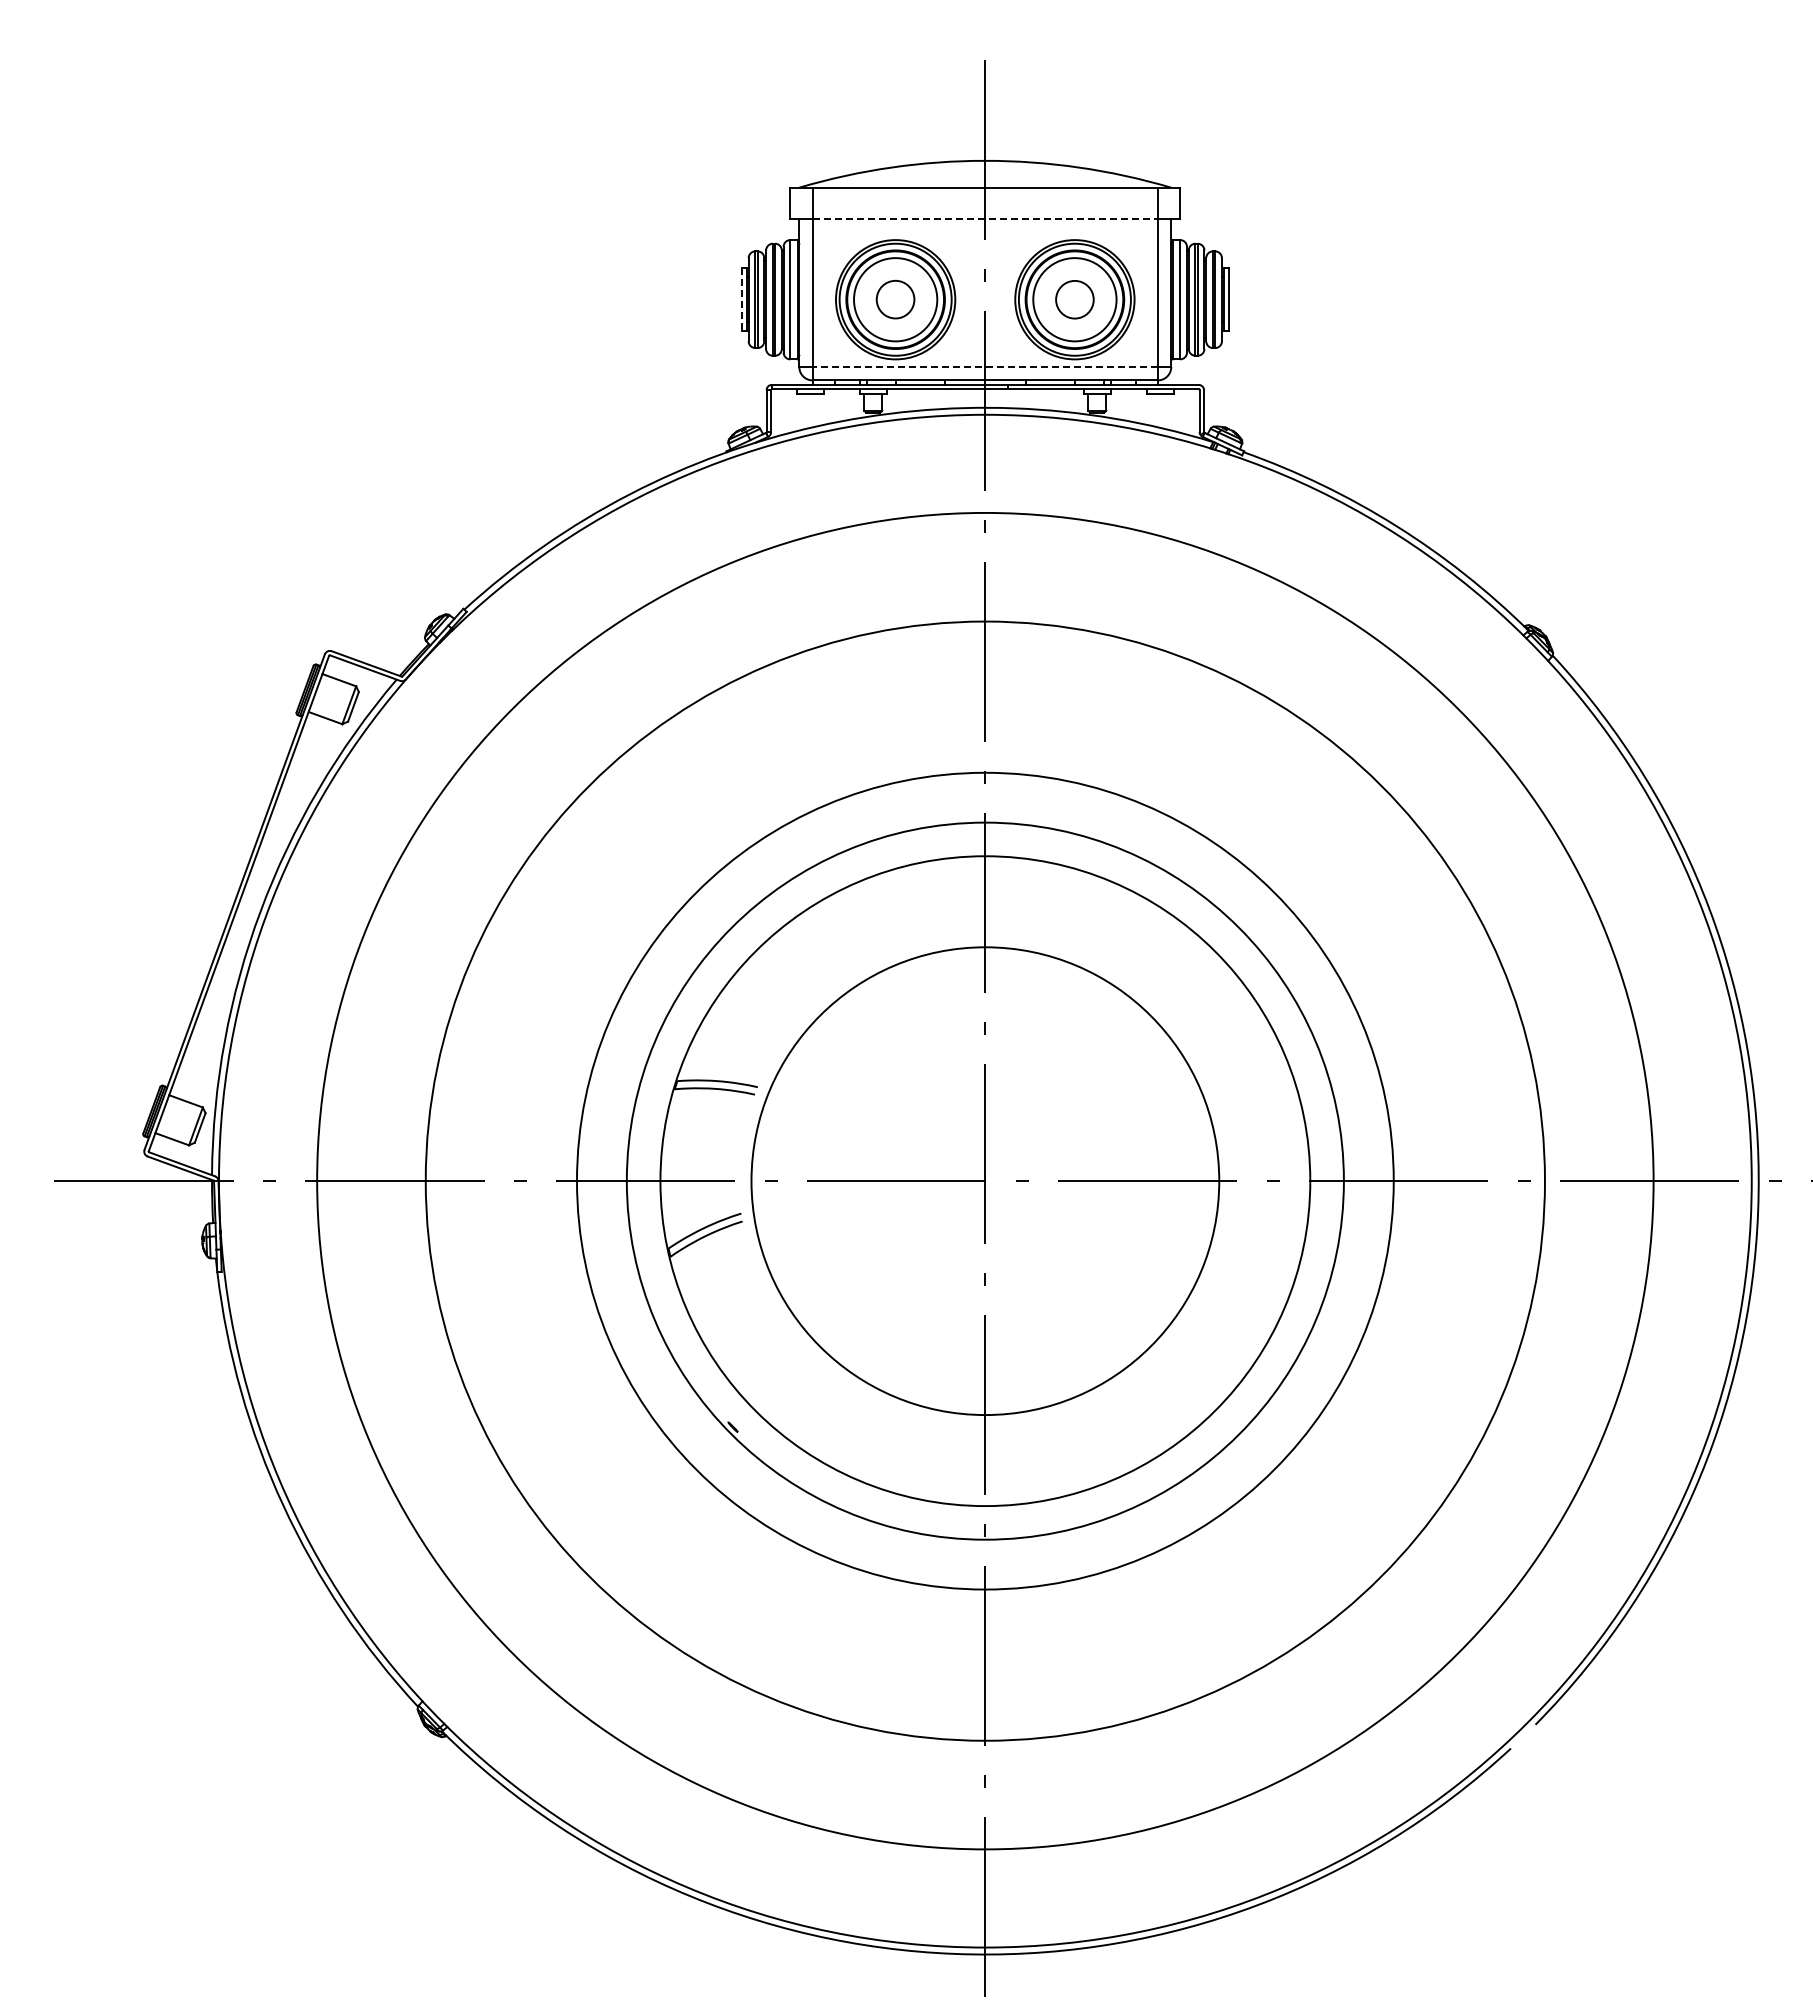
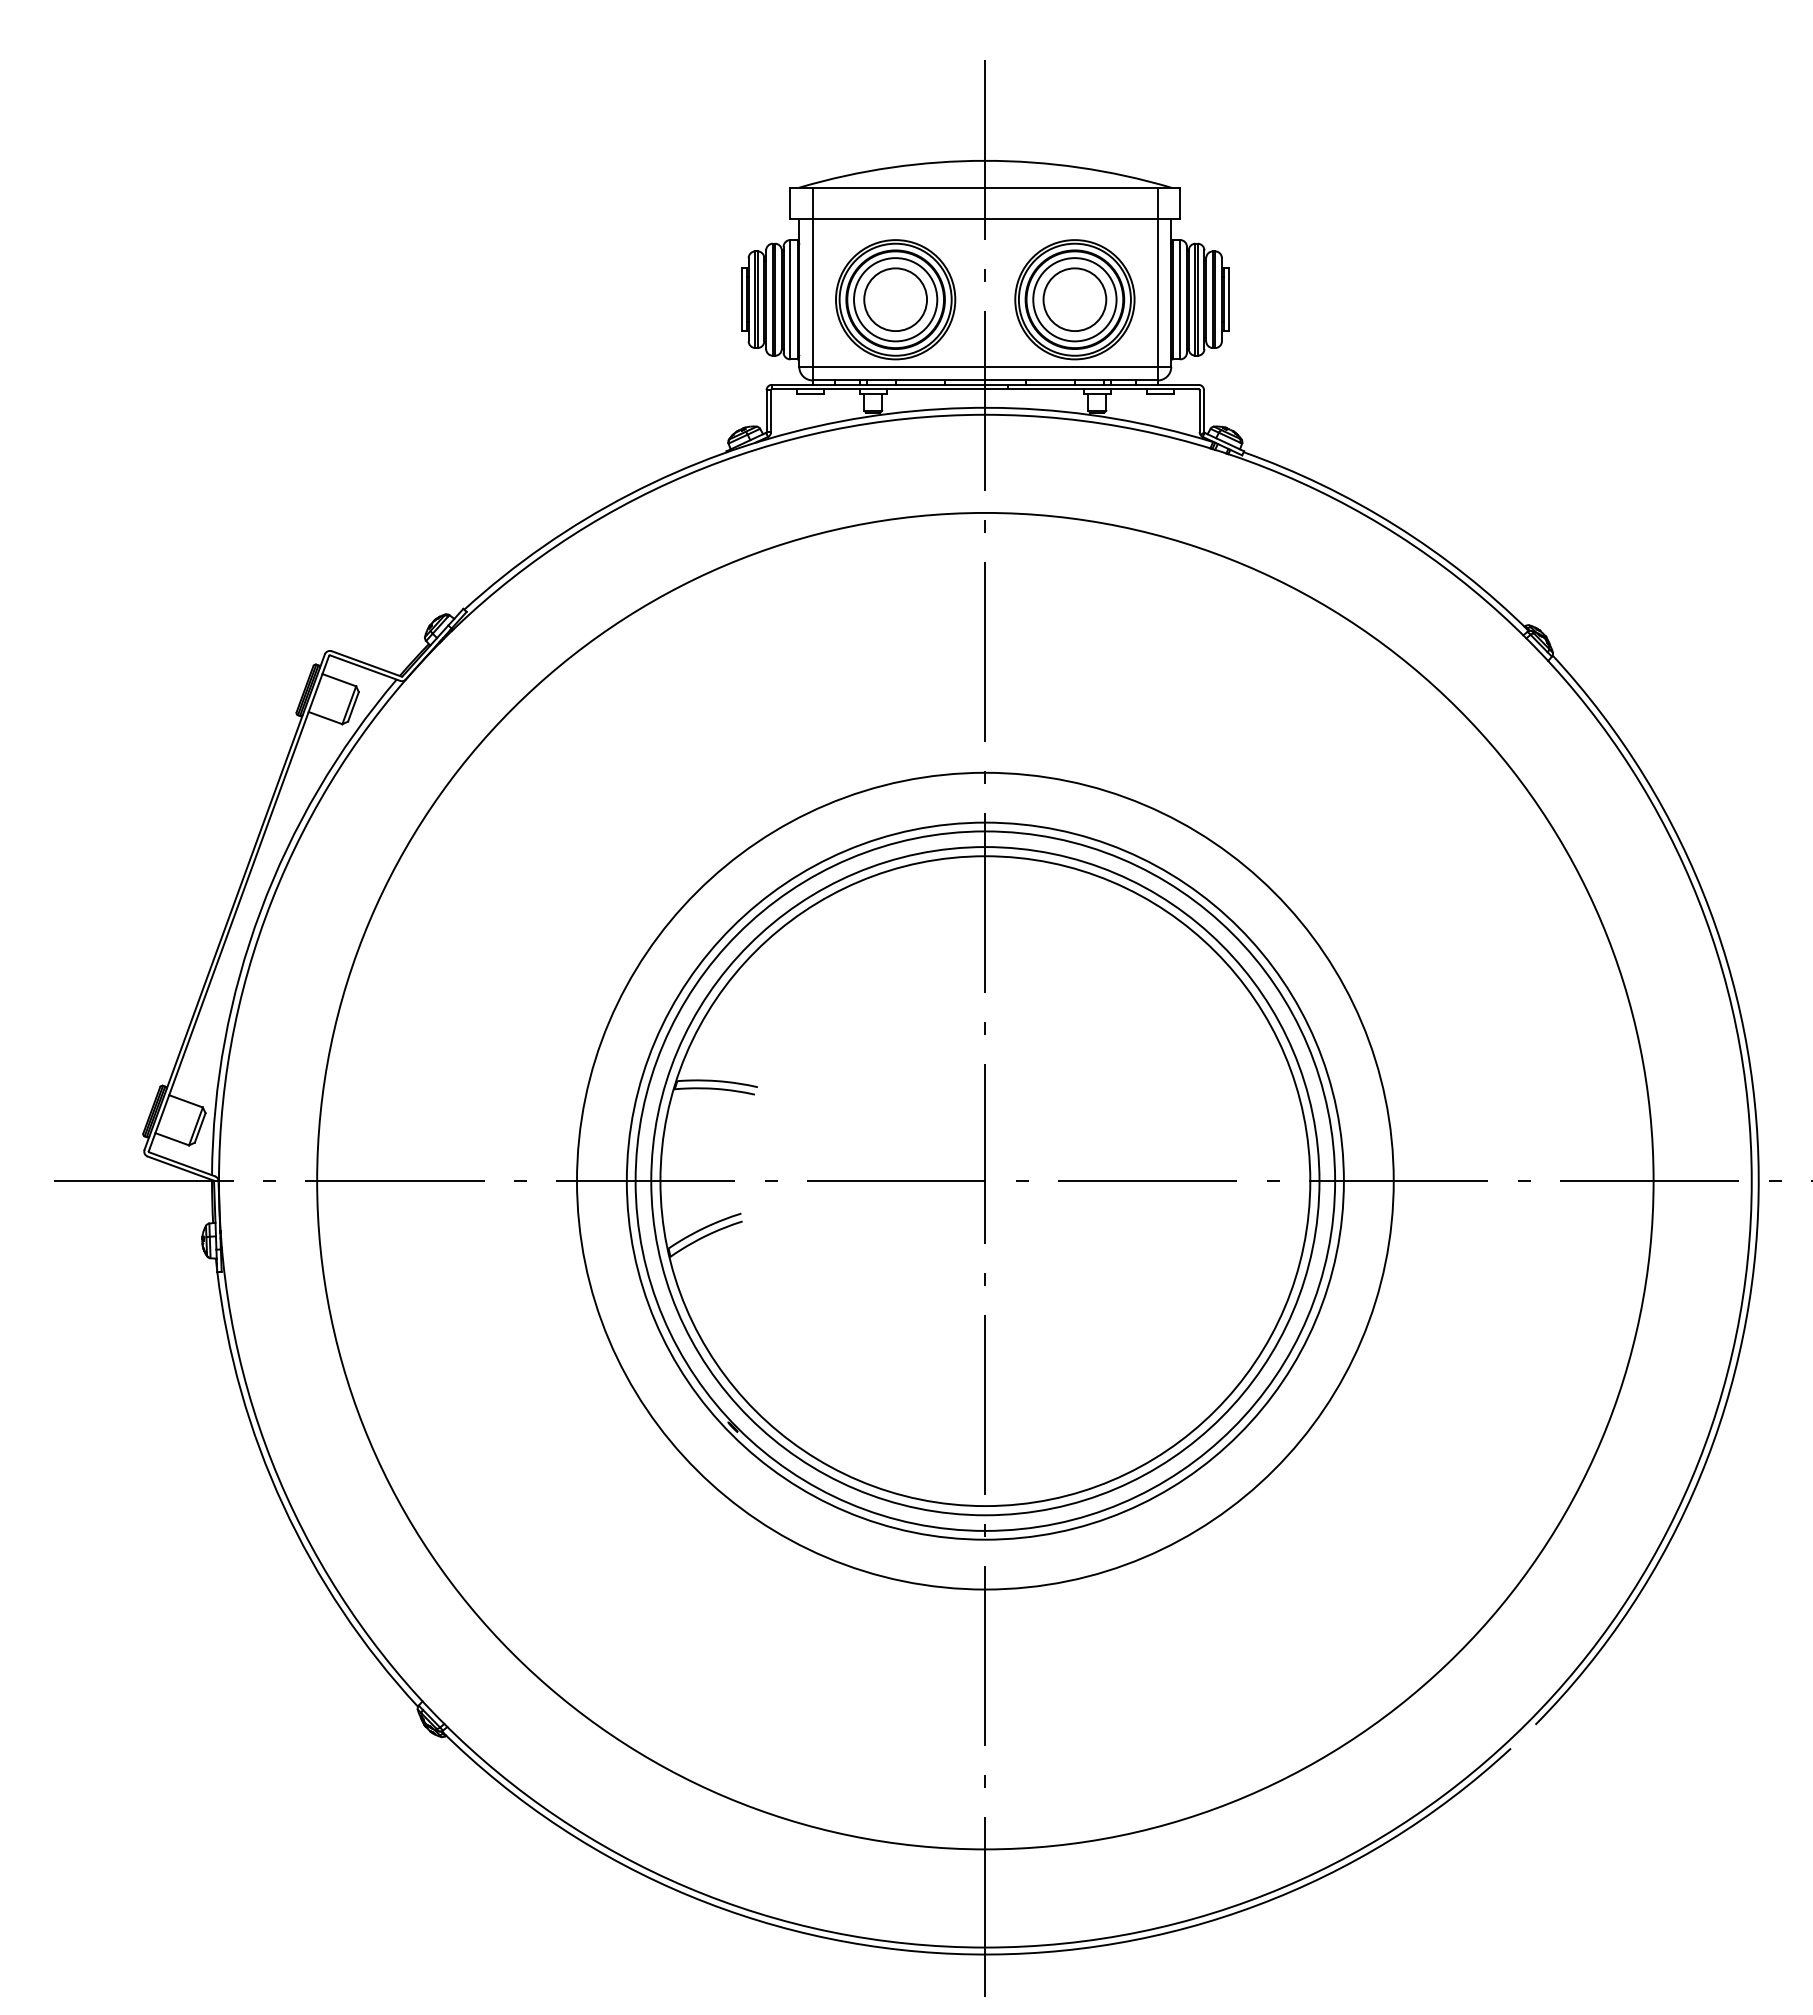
line at (985, 219): dashed -> solid
circle at (895, 299) size: 41x41 px -> 65x65 px
circle at (1074, 299) diameter: 38 px -> 63 px
line at (741, 300): dashed -> solid
line at (985, 366): dashed -> solid
circle at (984, 1180) diameter: 1119 px -> 700 px
circle at (985, 1181) diameter: 468 px -> 668 px
